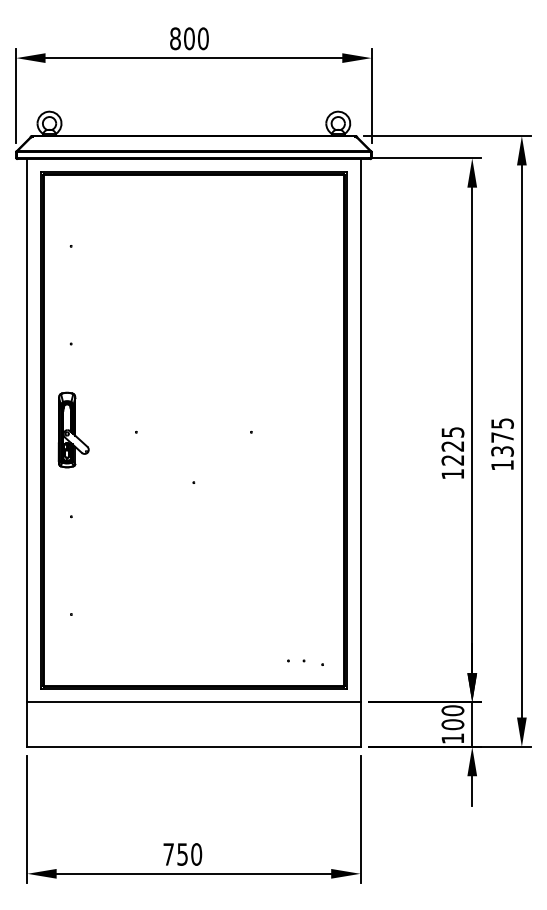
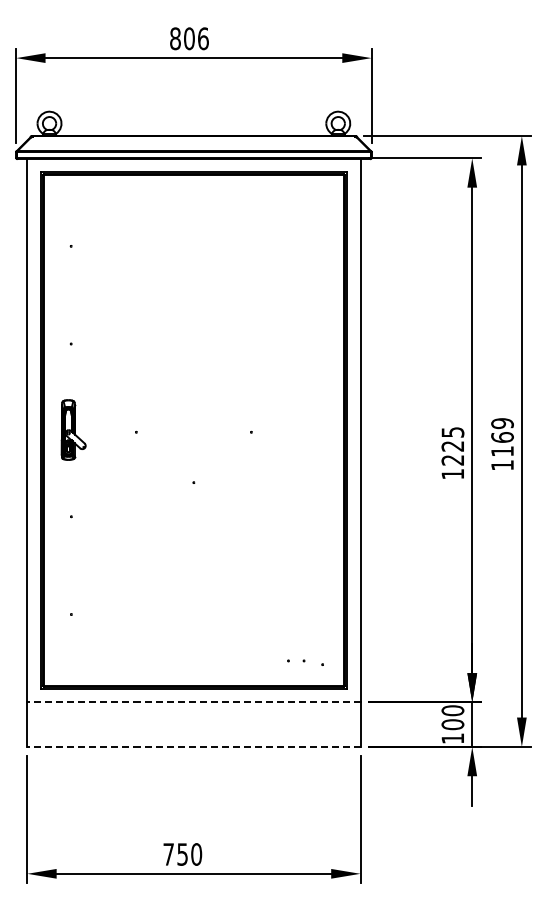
text at (203, 38): 800 -> 806
part at (73, 429) size: 33x78 px -> 27x62 px
text at (502, 437): 1375 -> 1169
line at (193, 702): solid -> dashed
line at (193, 746): solid -> dashed
